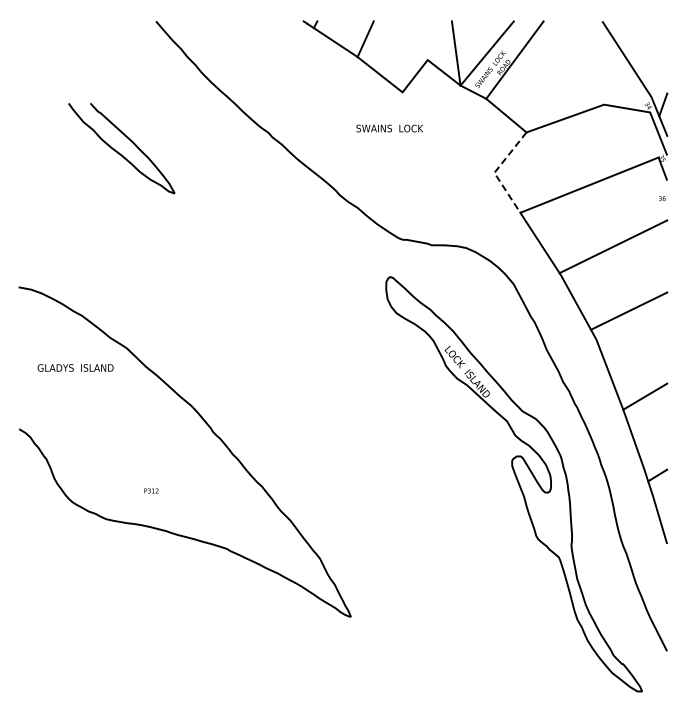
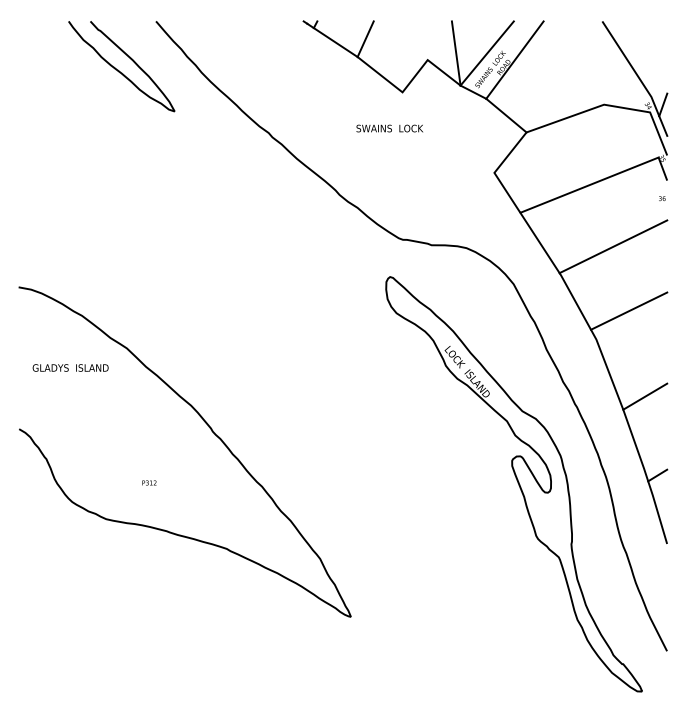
curve at (118, 151) position: (118, 151) -> (118, 69)
line at (495, 172): dashed -> solid
text at (75, 367) position: (75, 367) -> (70, 367)
text at (151, 490) position: (151, 490) -> (149, 482)
